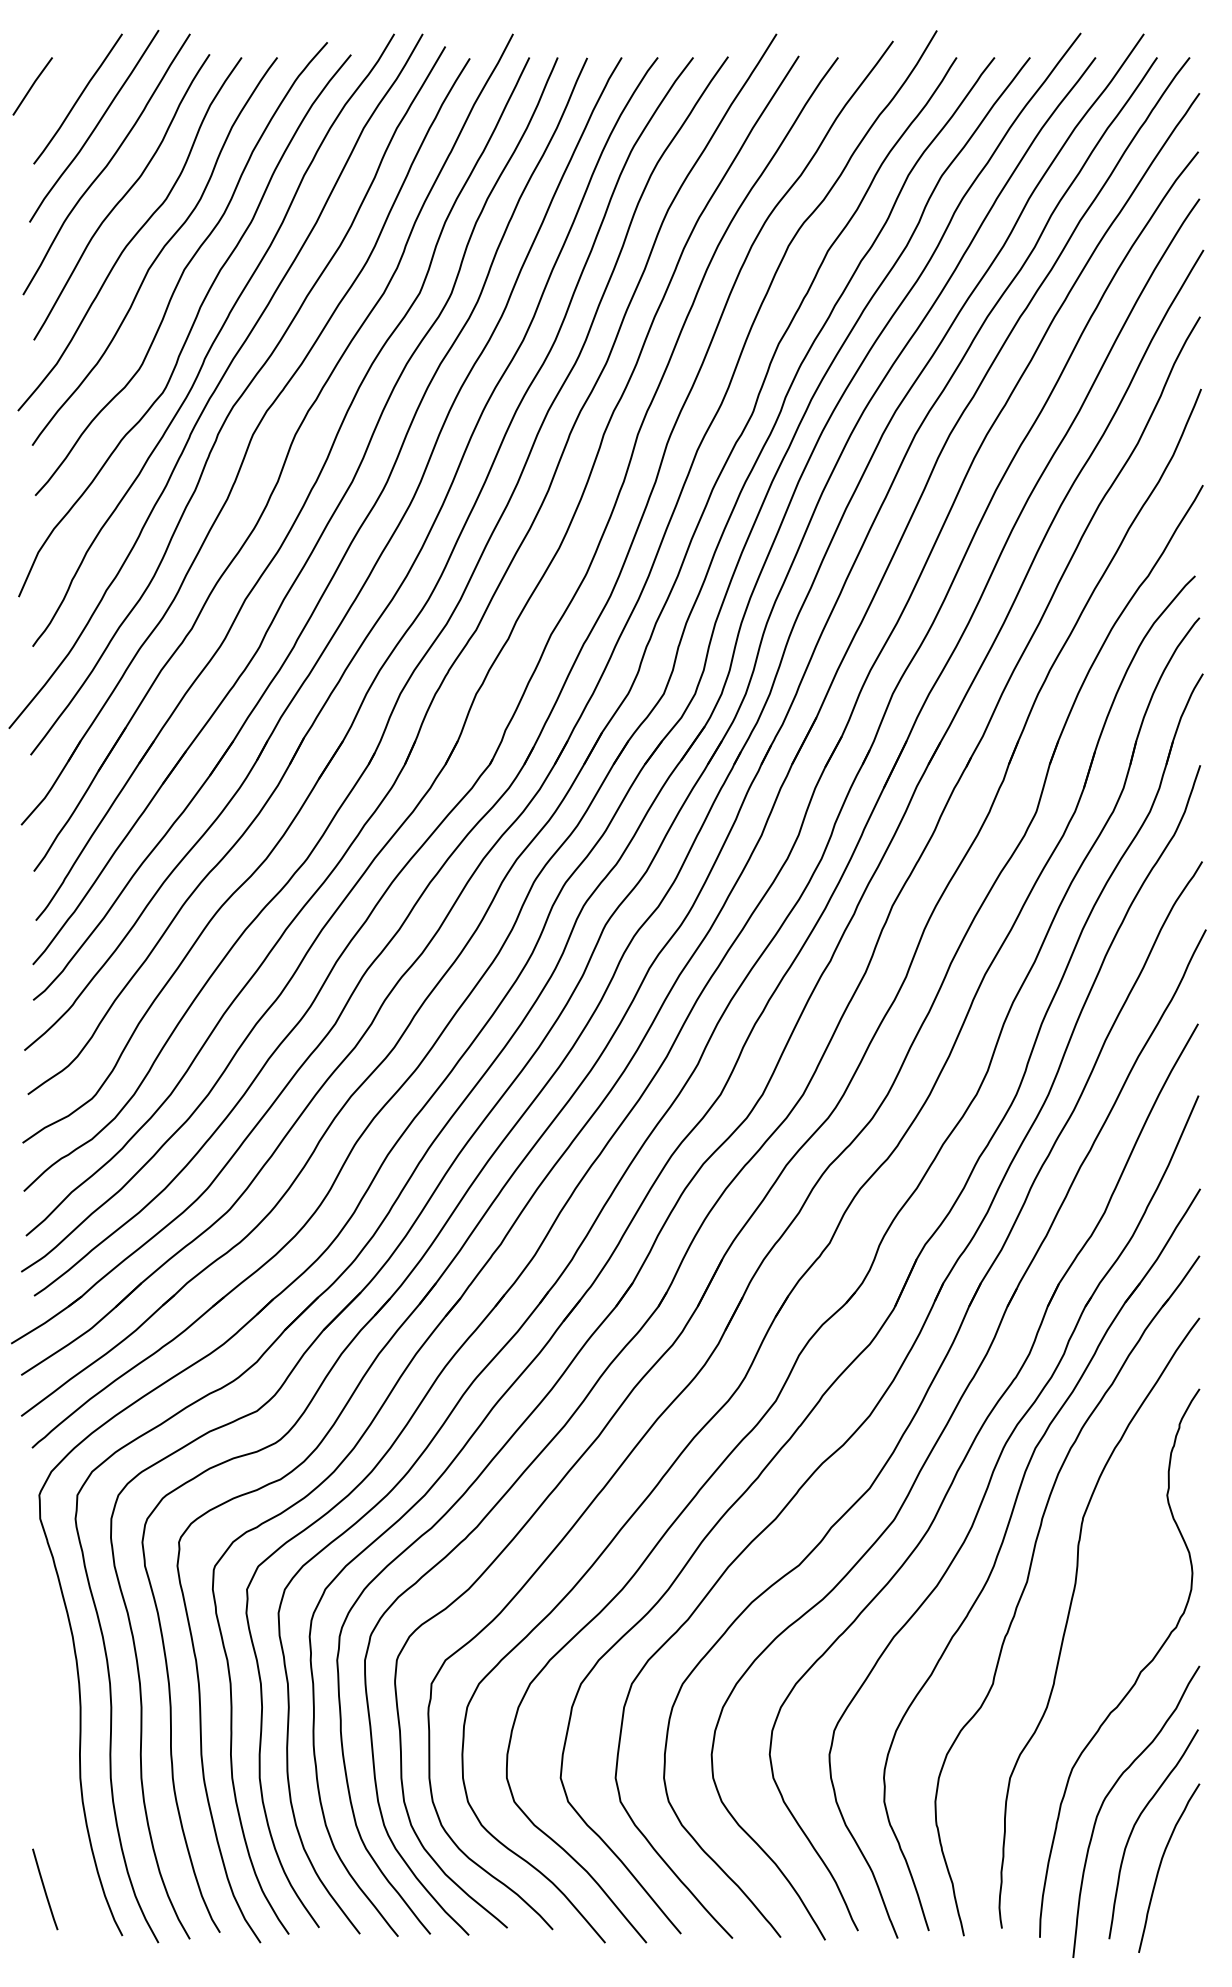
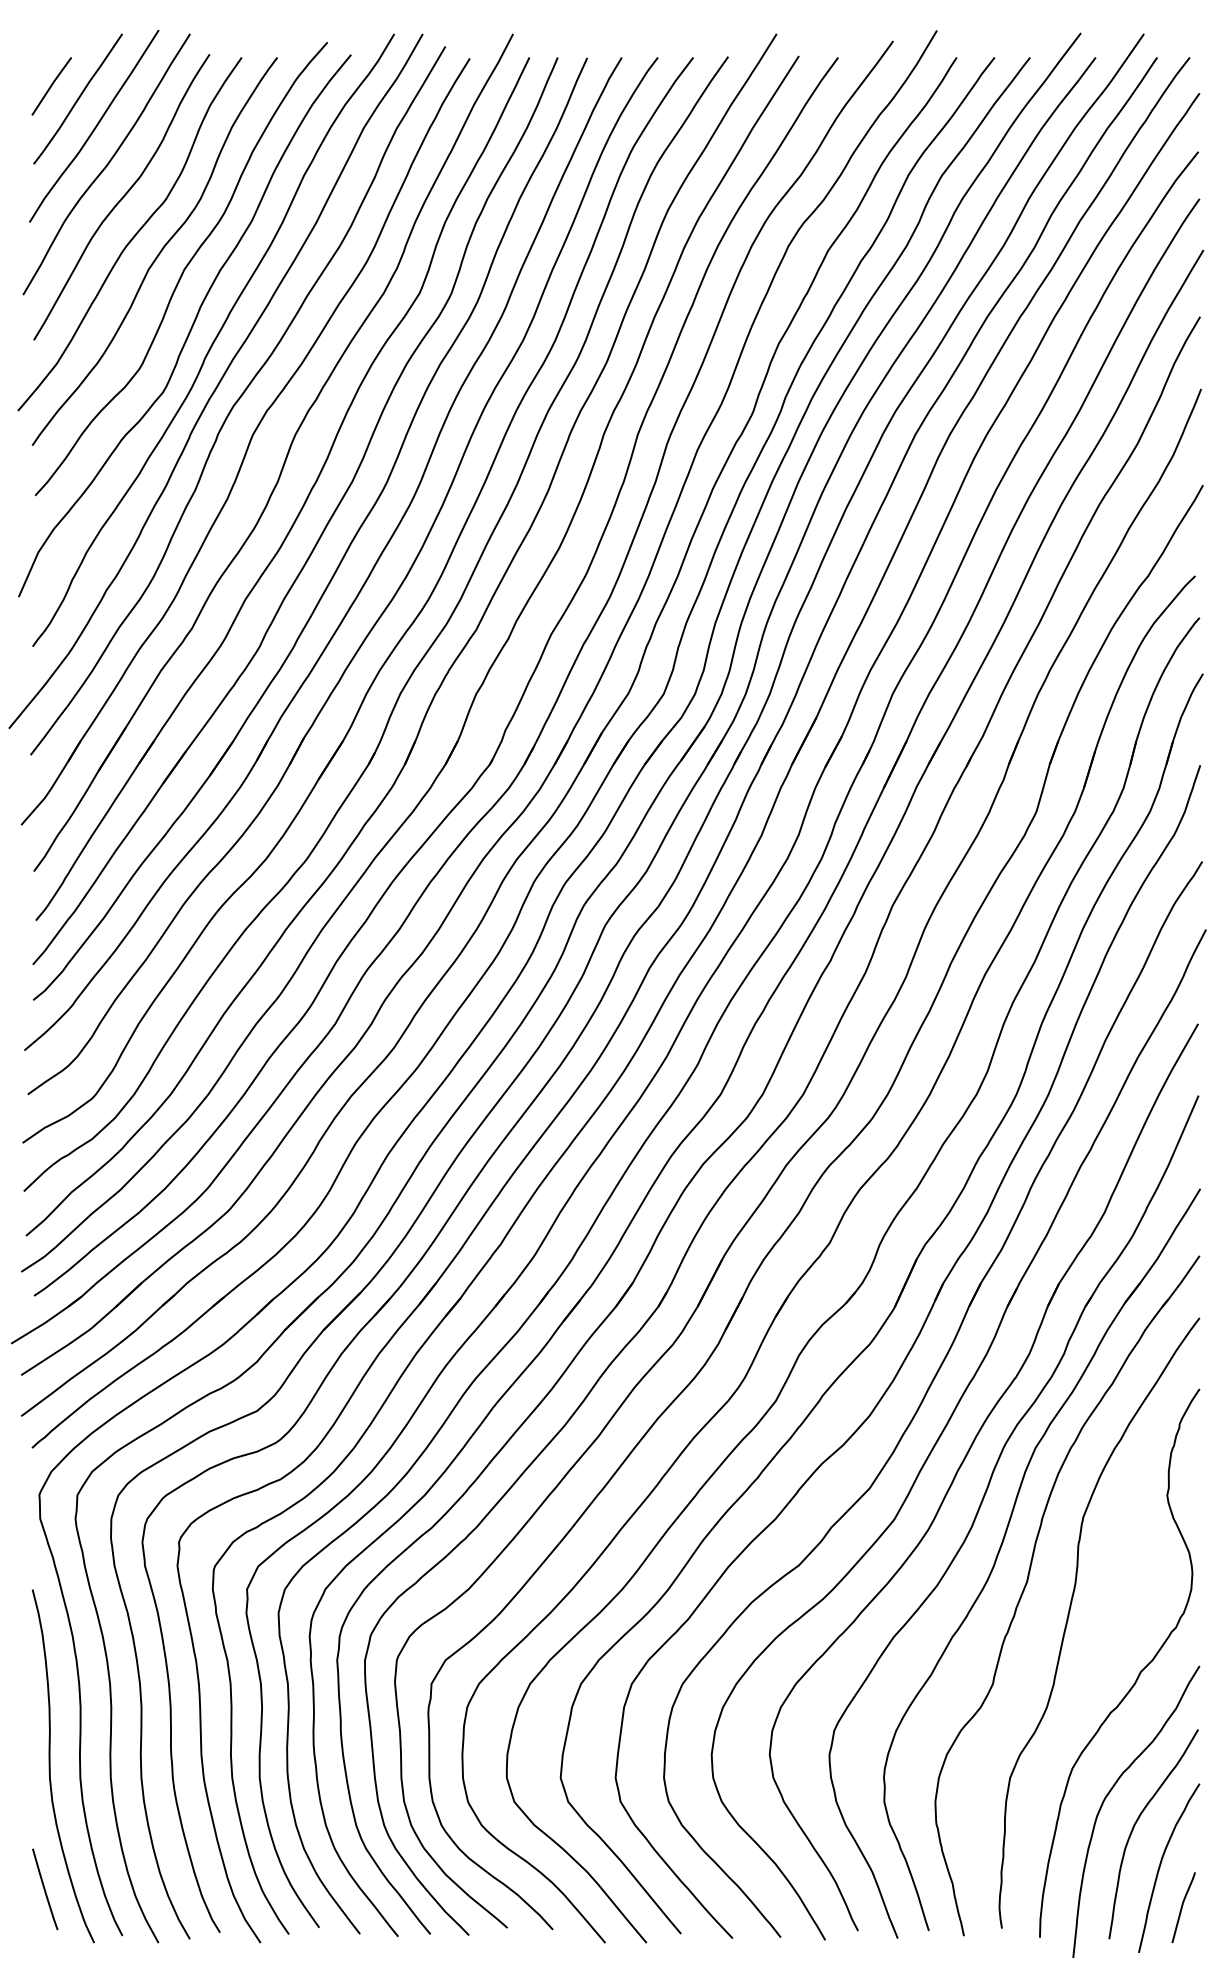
line at (32, 86) position: (32, 86) -> (51, 86)
curve at (50, 1766): none -> present
line at (1182, 1907): none -> present
